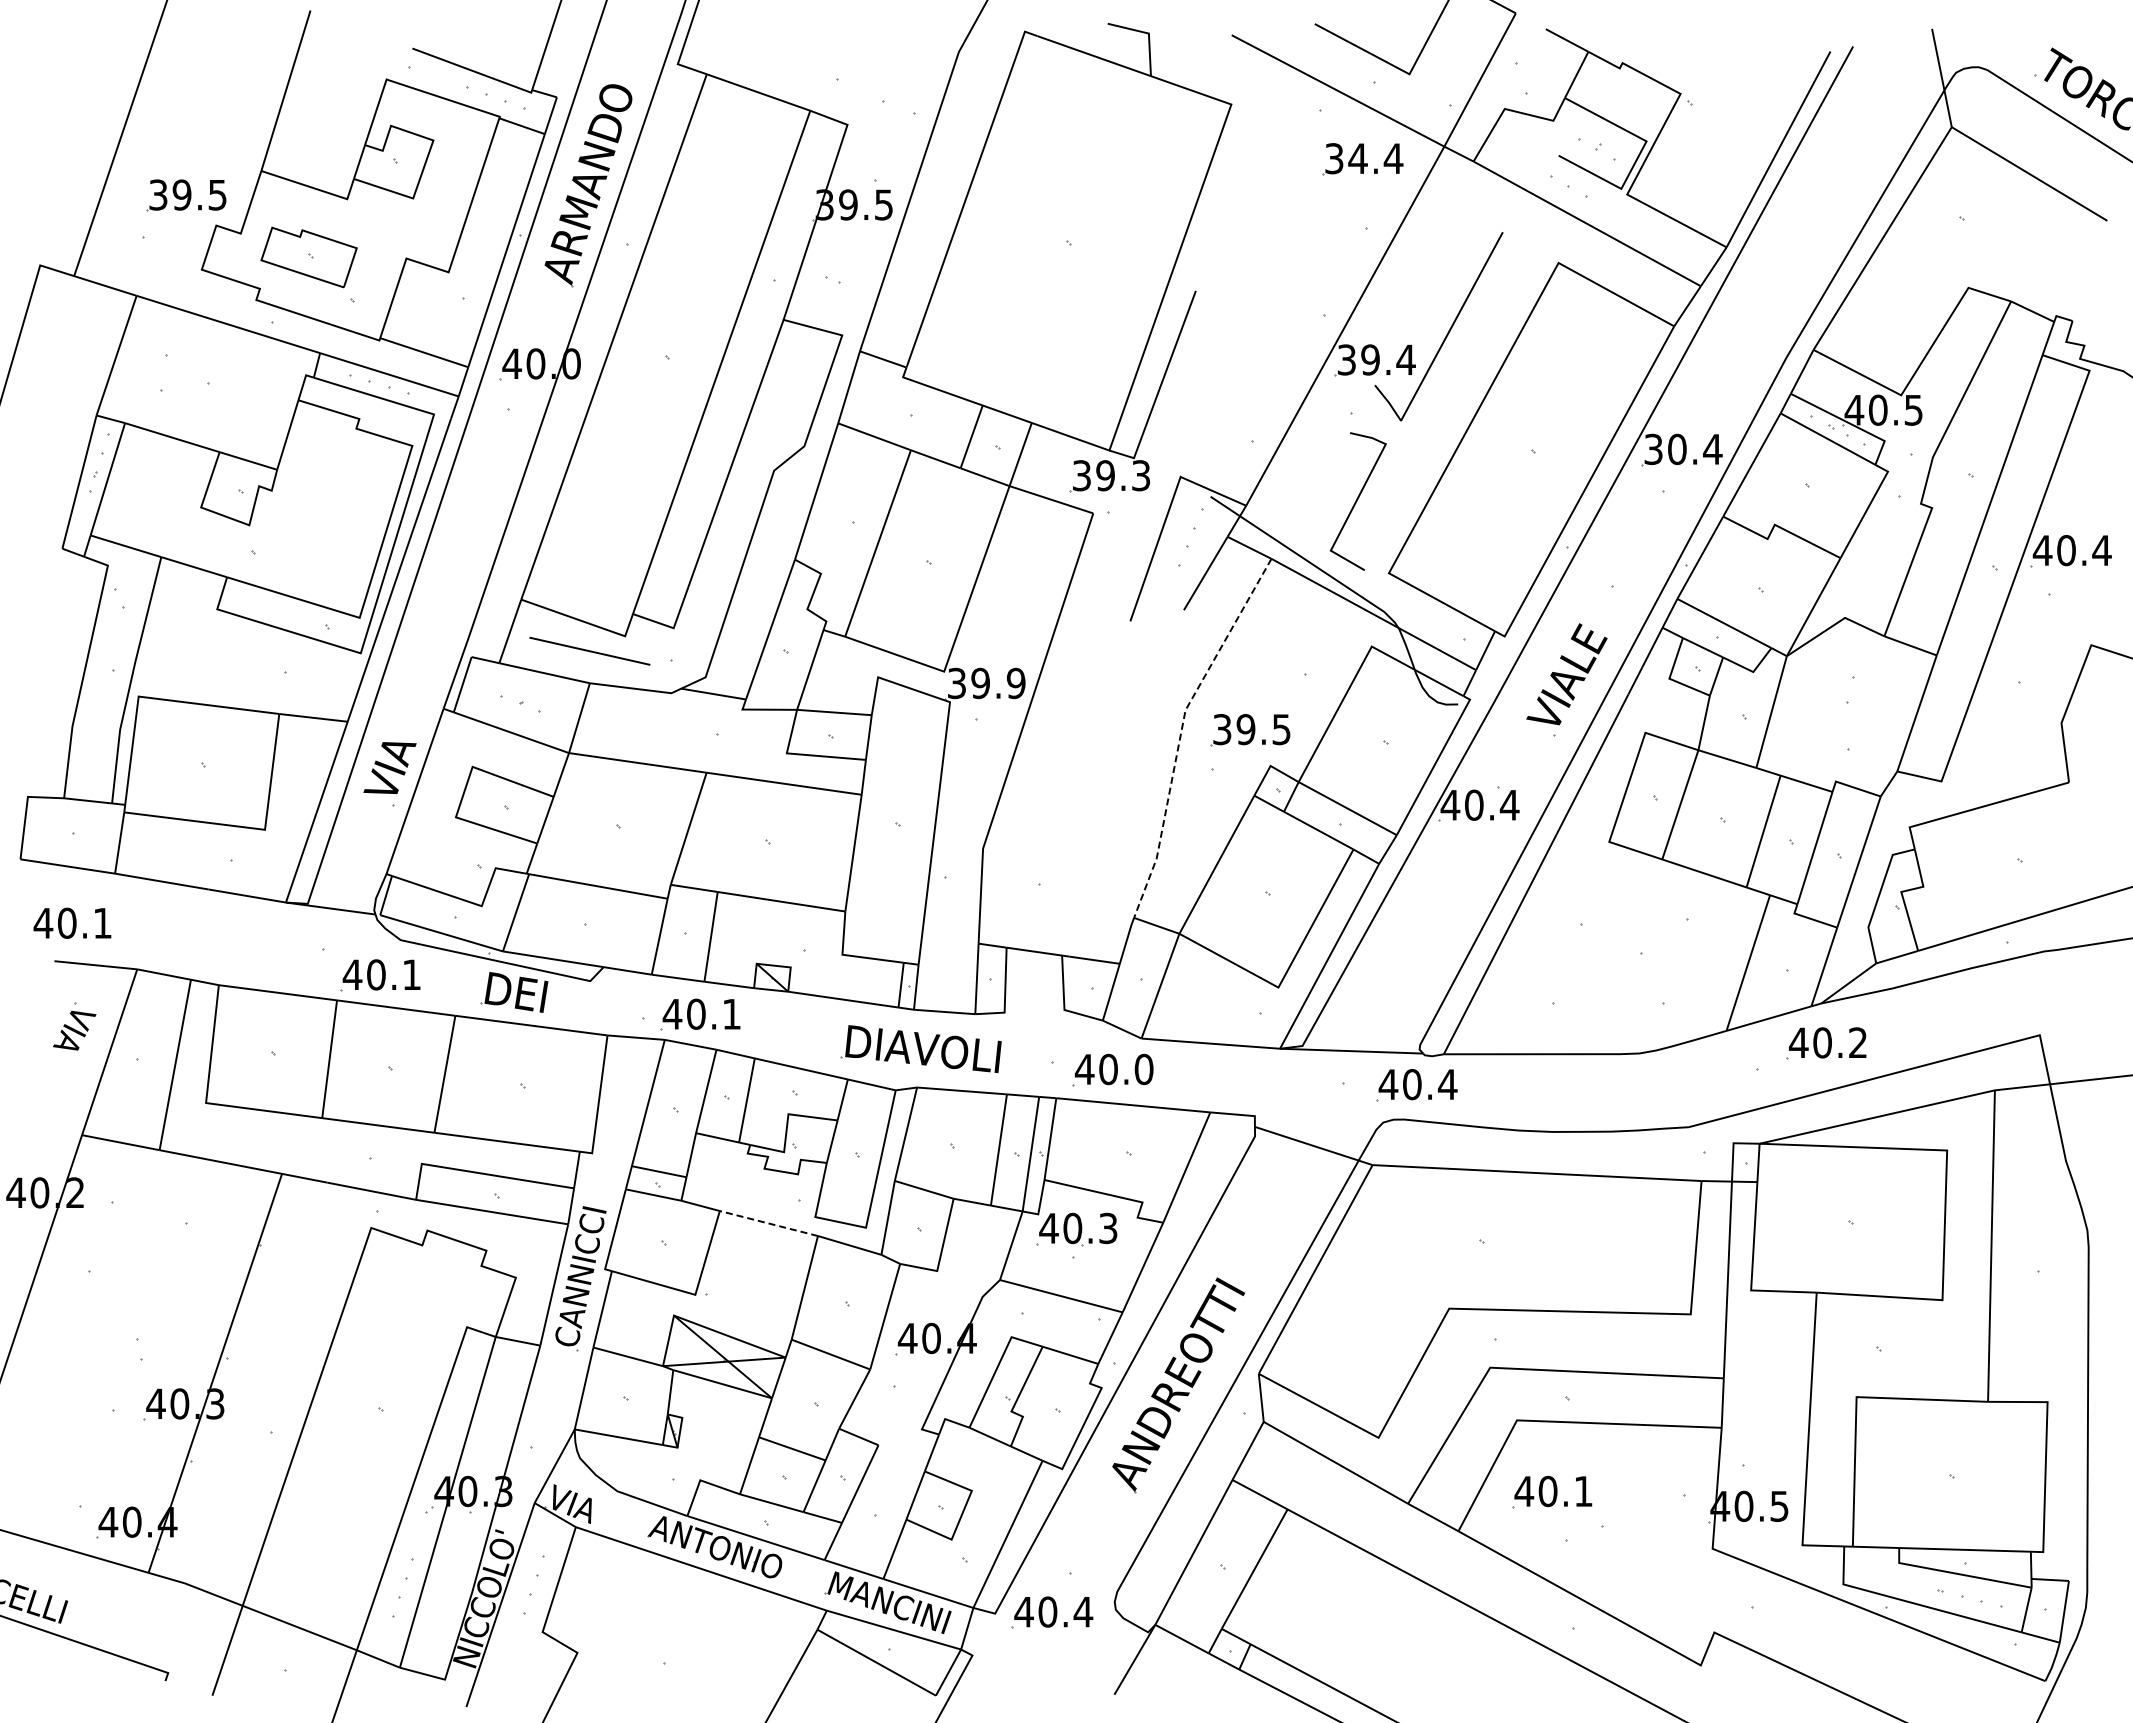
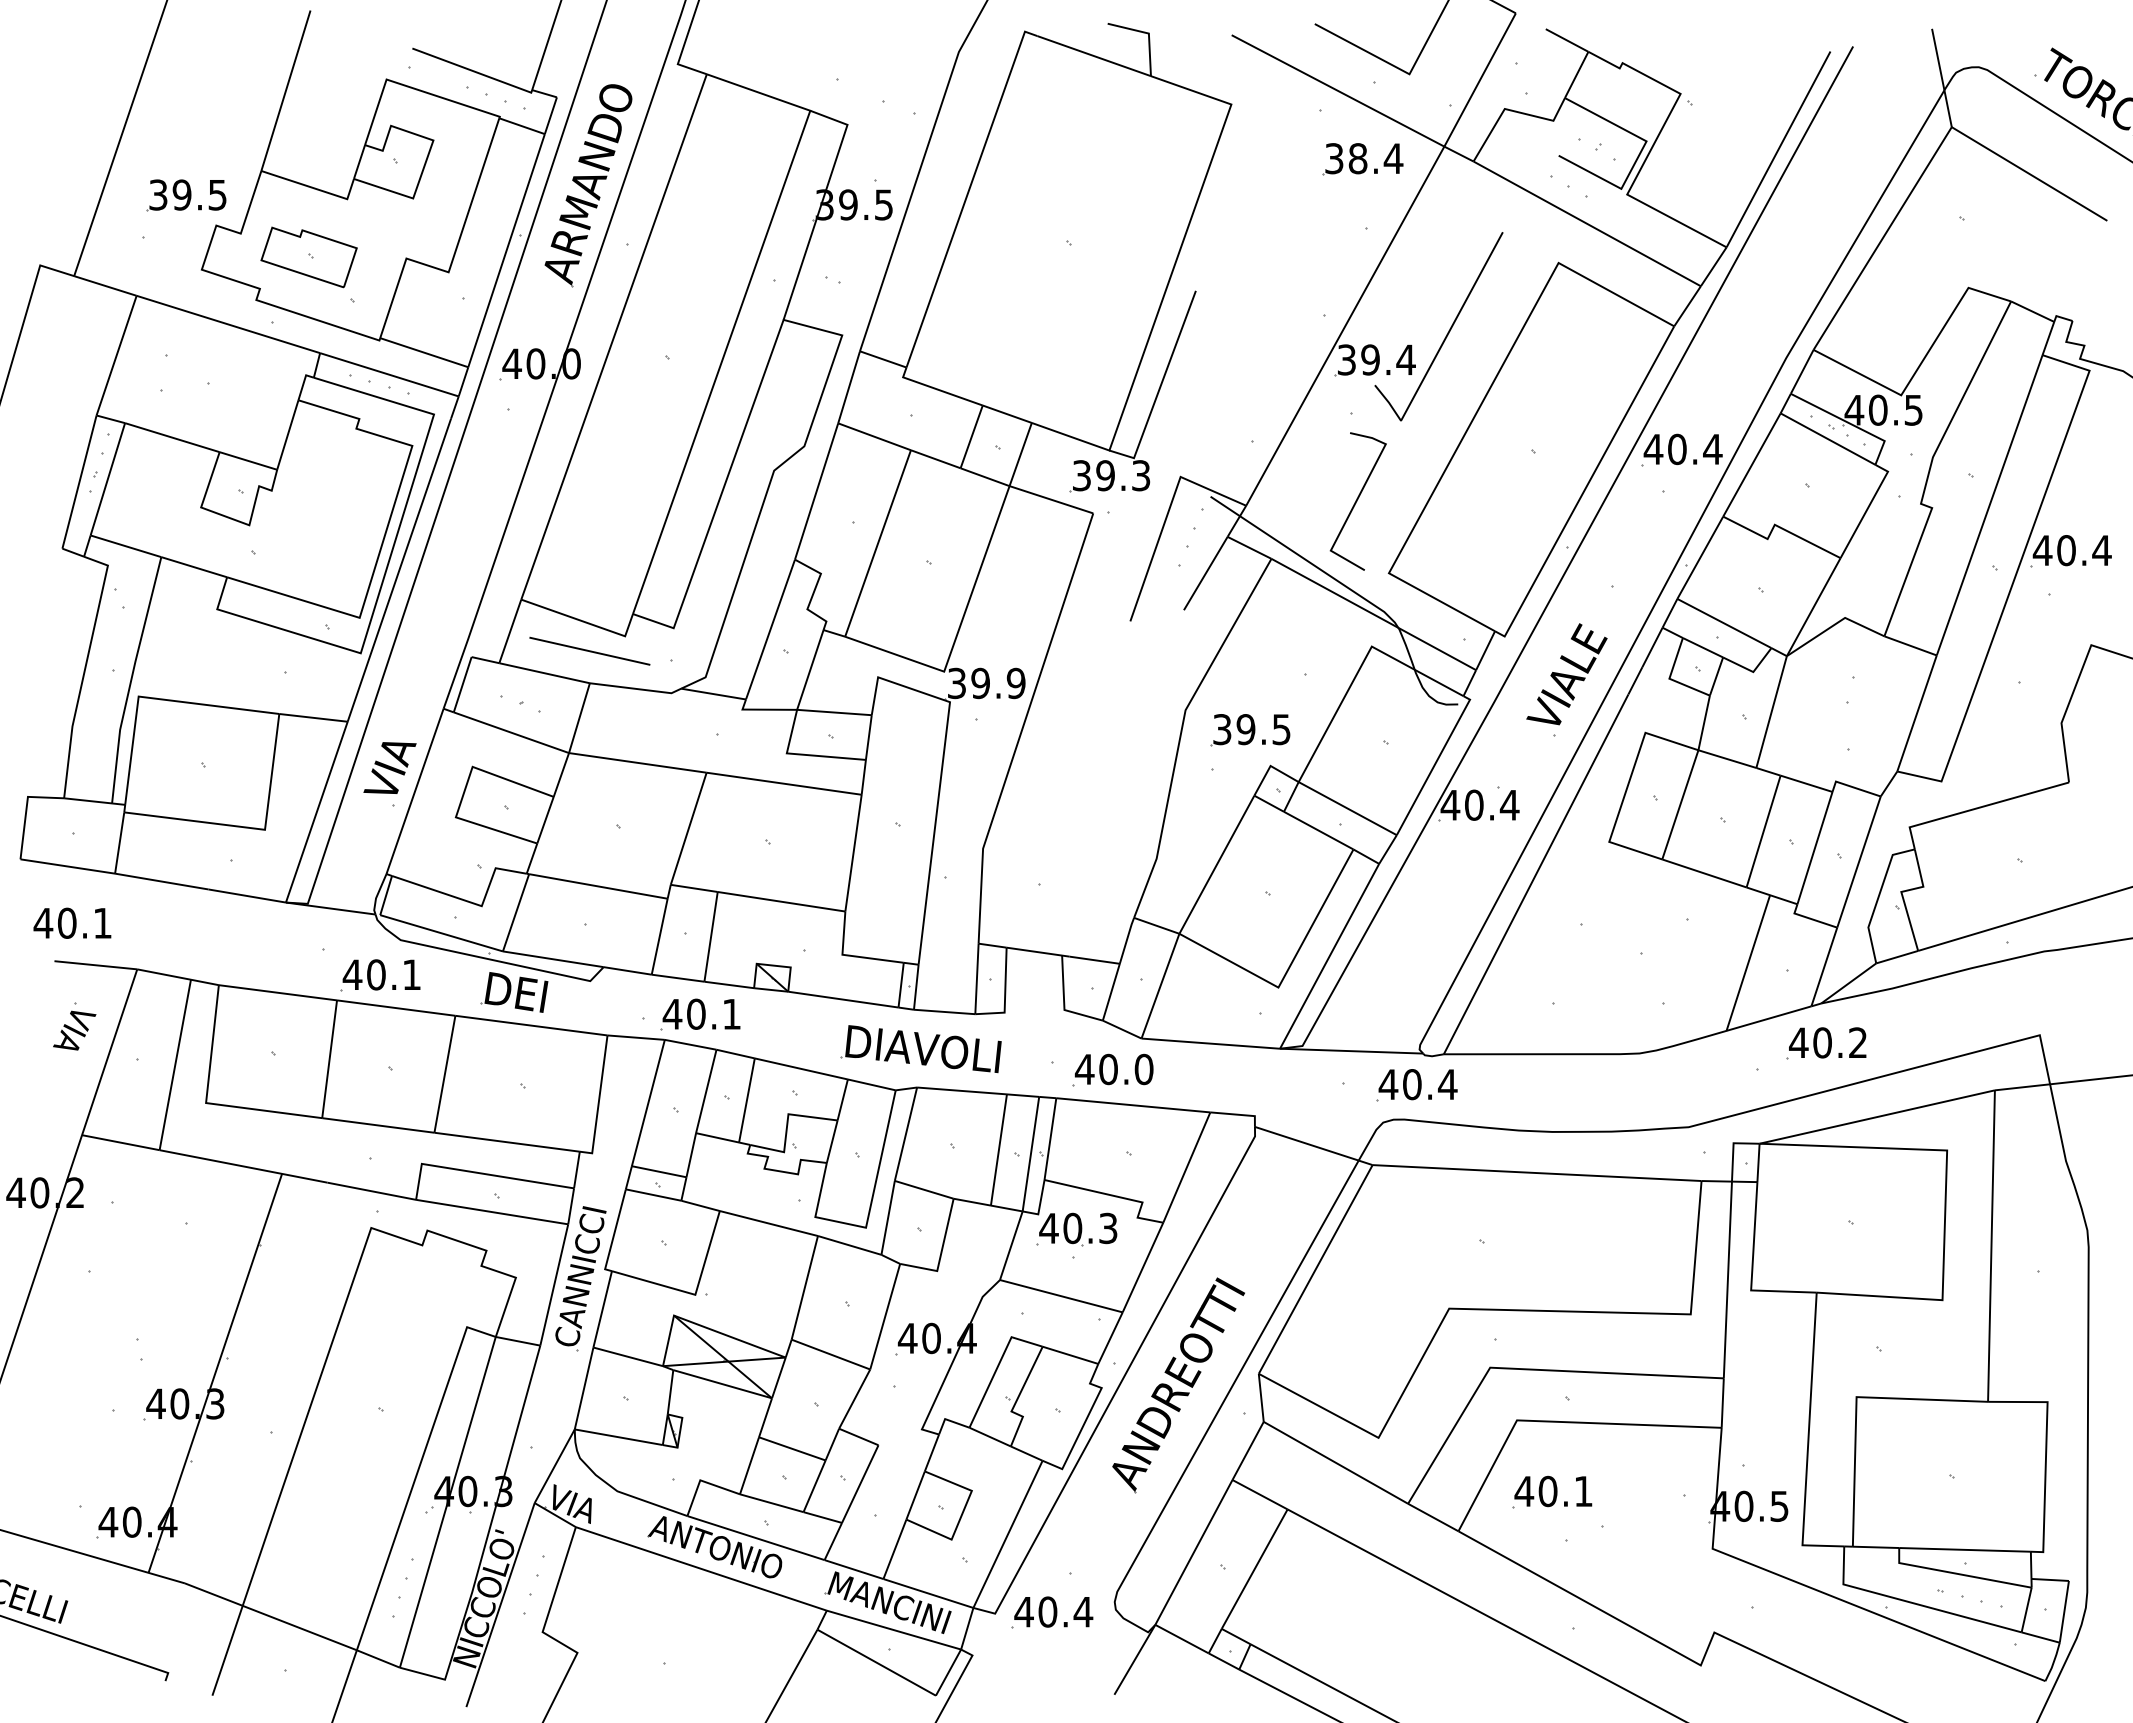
text at (1357, 158): 34.4 -> 38.4
text at (1653, 449): 30.4 -> 40.4
line at (1181, 730): dashed -> solid
line at (768, 1223): dashed -> solid
